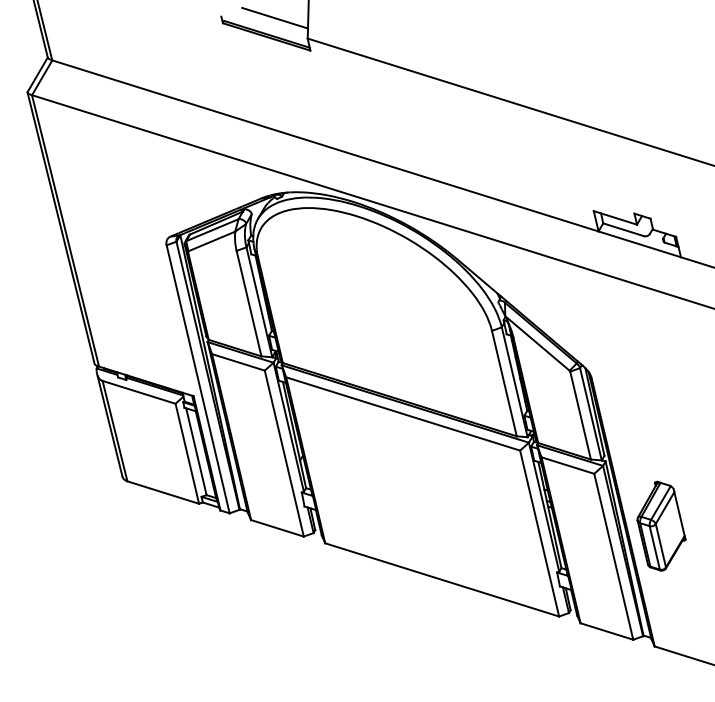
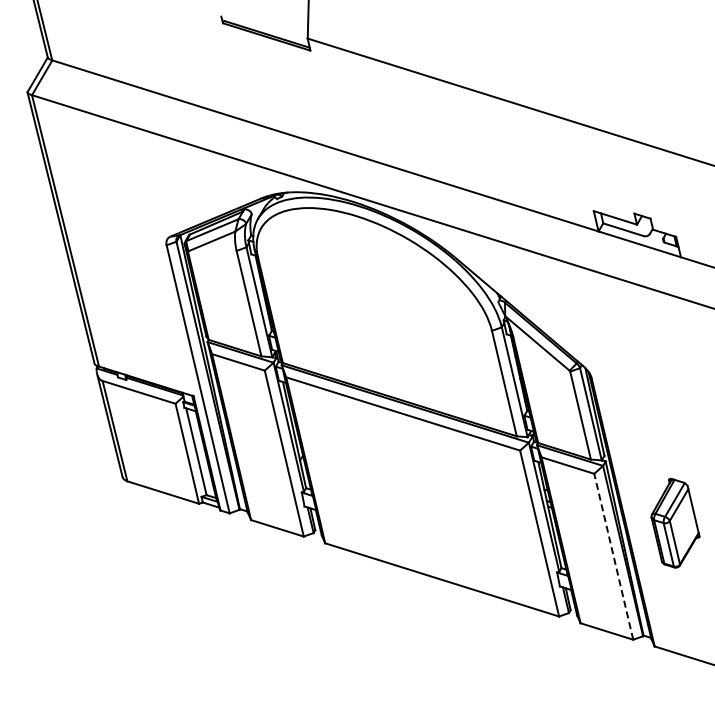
line at (275, 17): present -> none
part at (661, 526) position: (661, 526) -> (675, 523)
line at (613, 556): solid -> dashed
